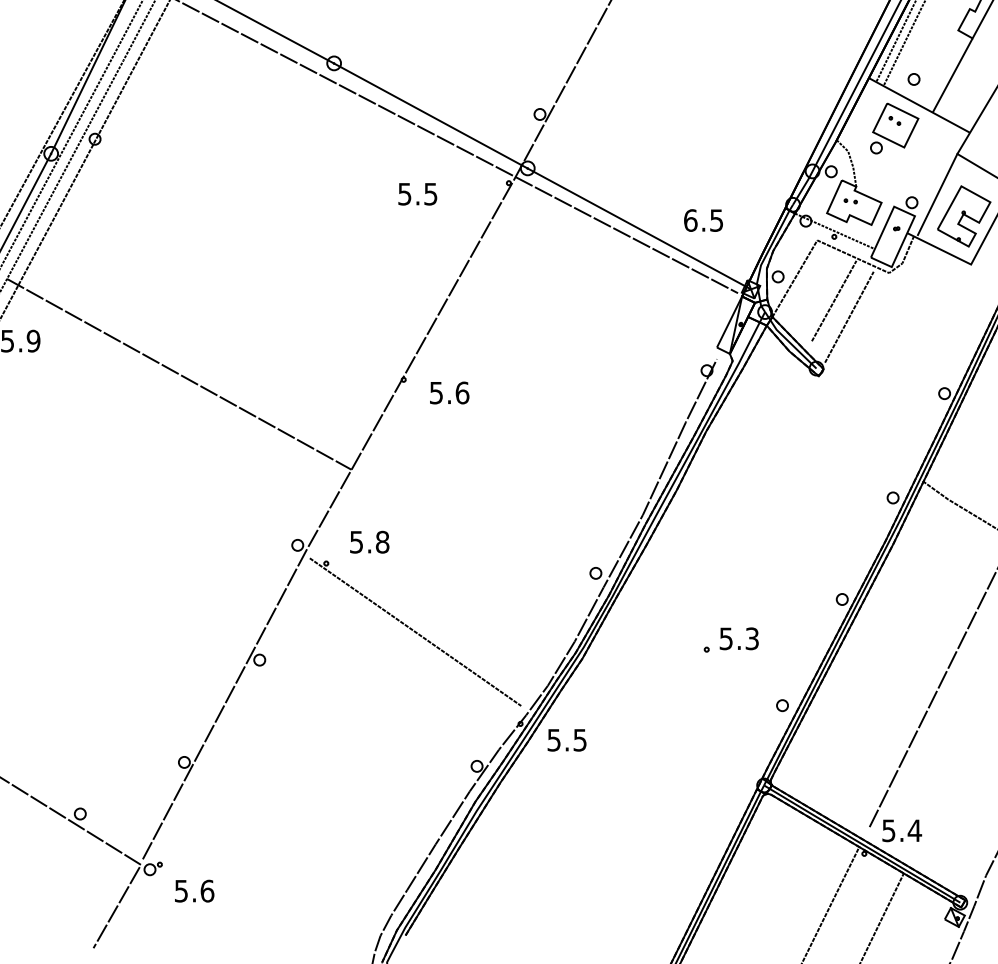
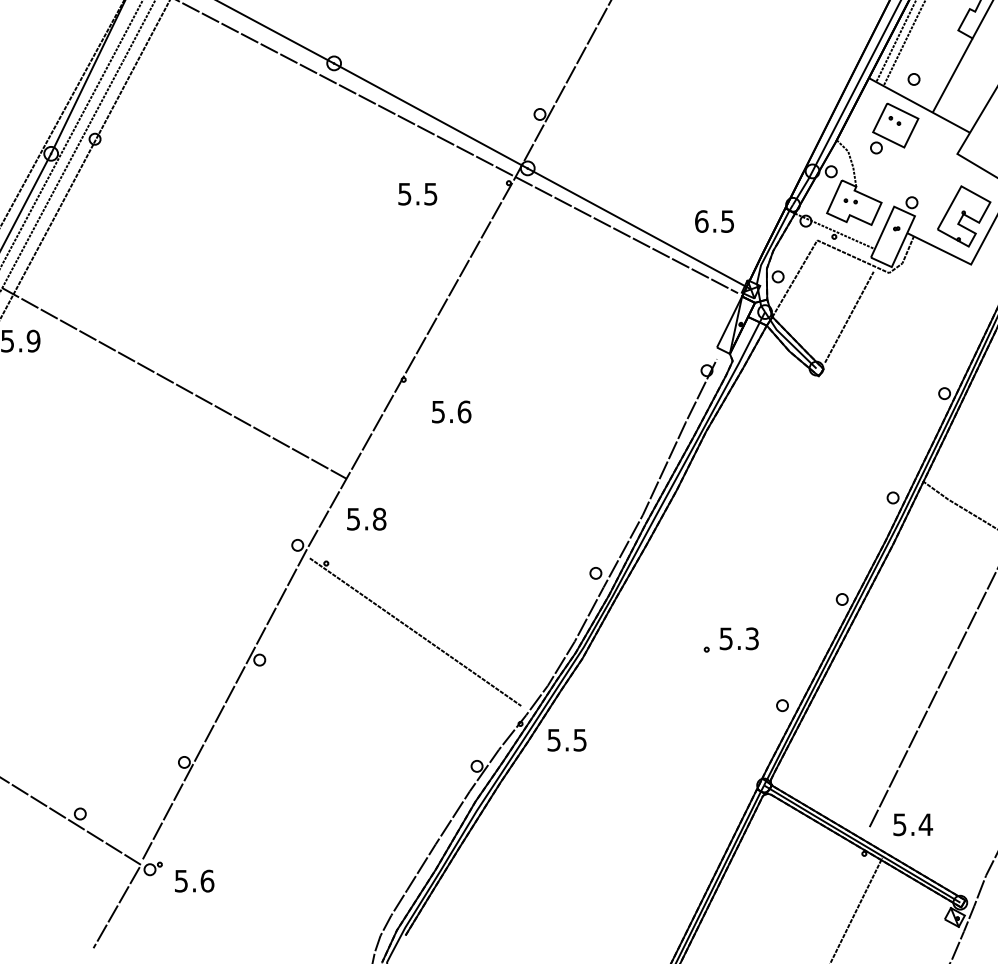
line at (937, 194): present -> none
text at (703, 220) position: (703, 220) -> (714, 221)
line at (833, 300): present -> none
line at (179, 373) position: (179, 373) -> (174, 382)
text at (449, 392) position: (449, 392) -> (451, 411)
text at (369, 541) position: (369, 541) -> (366, 518)
text at (902, 830) position: (902, 830) -> (913, 824)
text at (194, 890) position: (194, 890) -> (194, 880)
line at (831, 903) position: (831, 903) -> (856, 909)
line at (882, 916): present -> none
